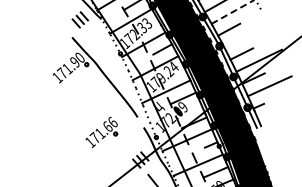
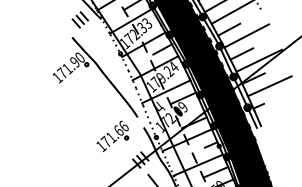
line at (233, 11): dashed -> solid
line at (246, 35): none -> present
part at (101, 132) position: (101, 132) -> (112, 136)
